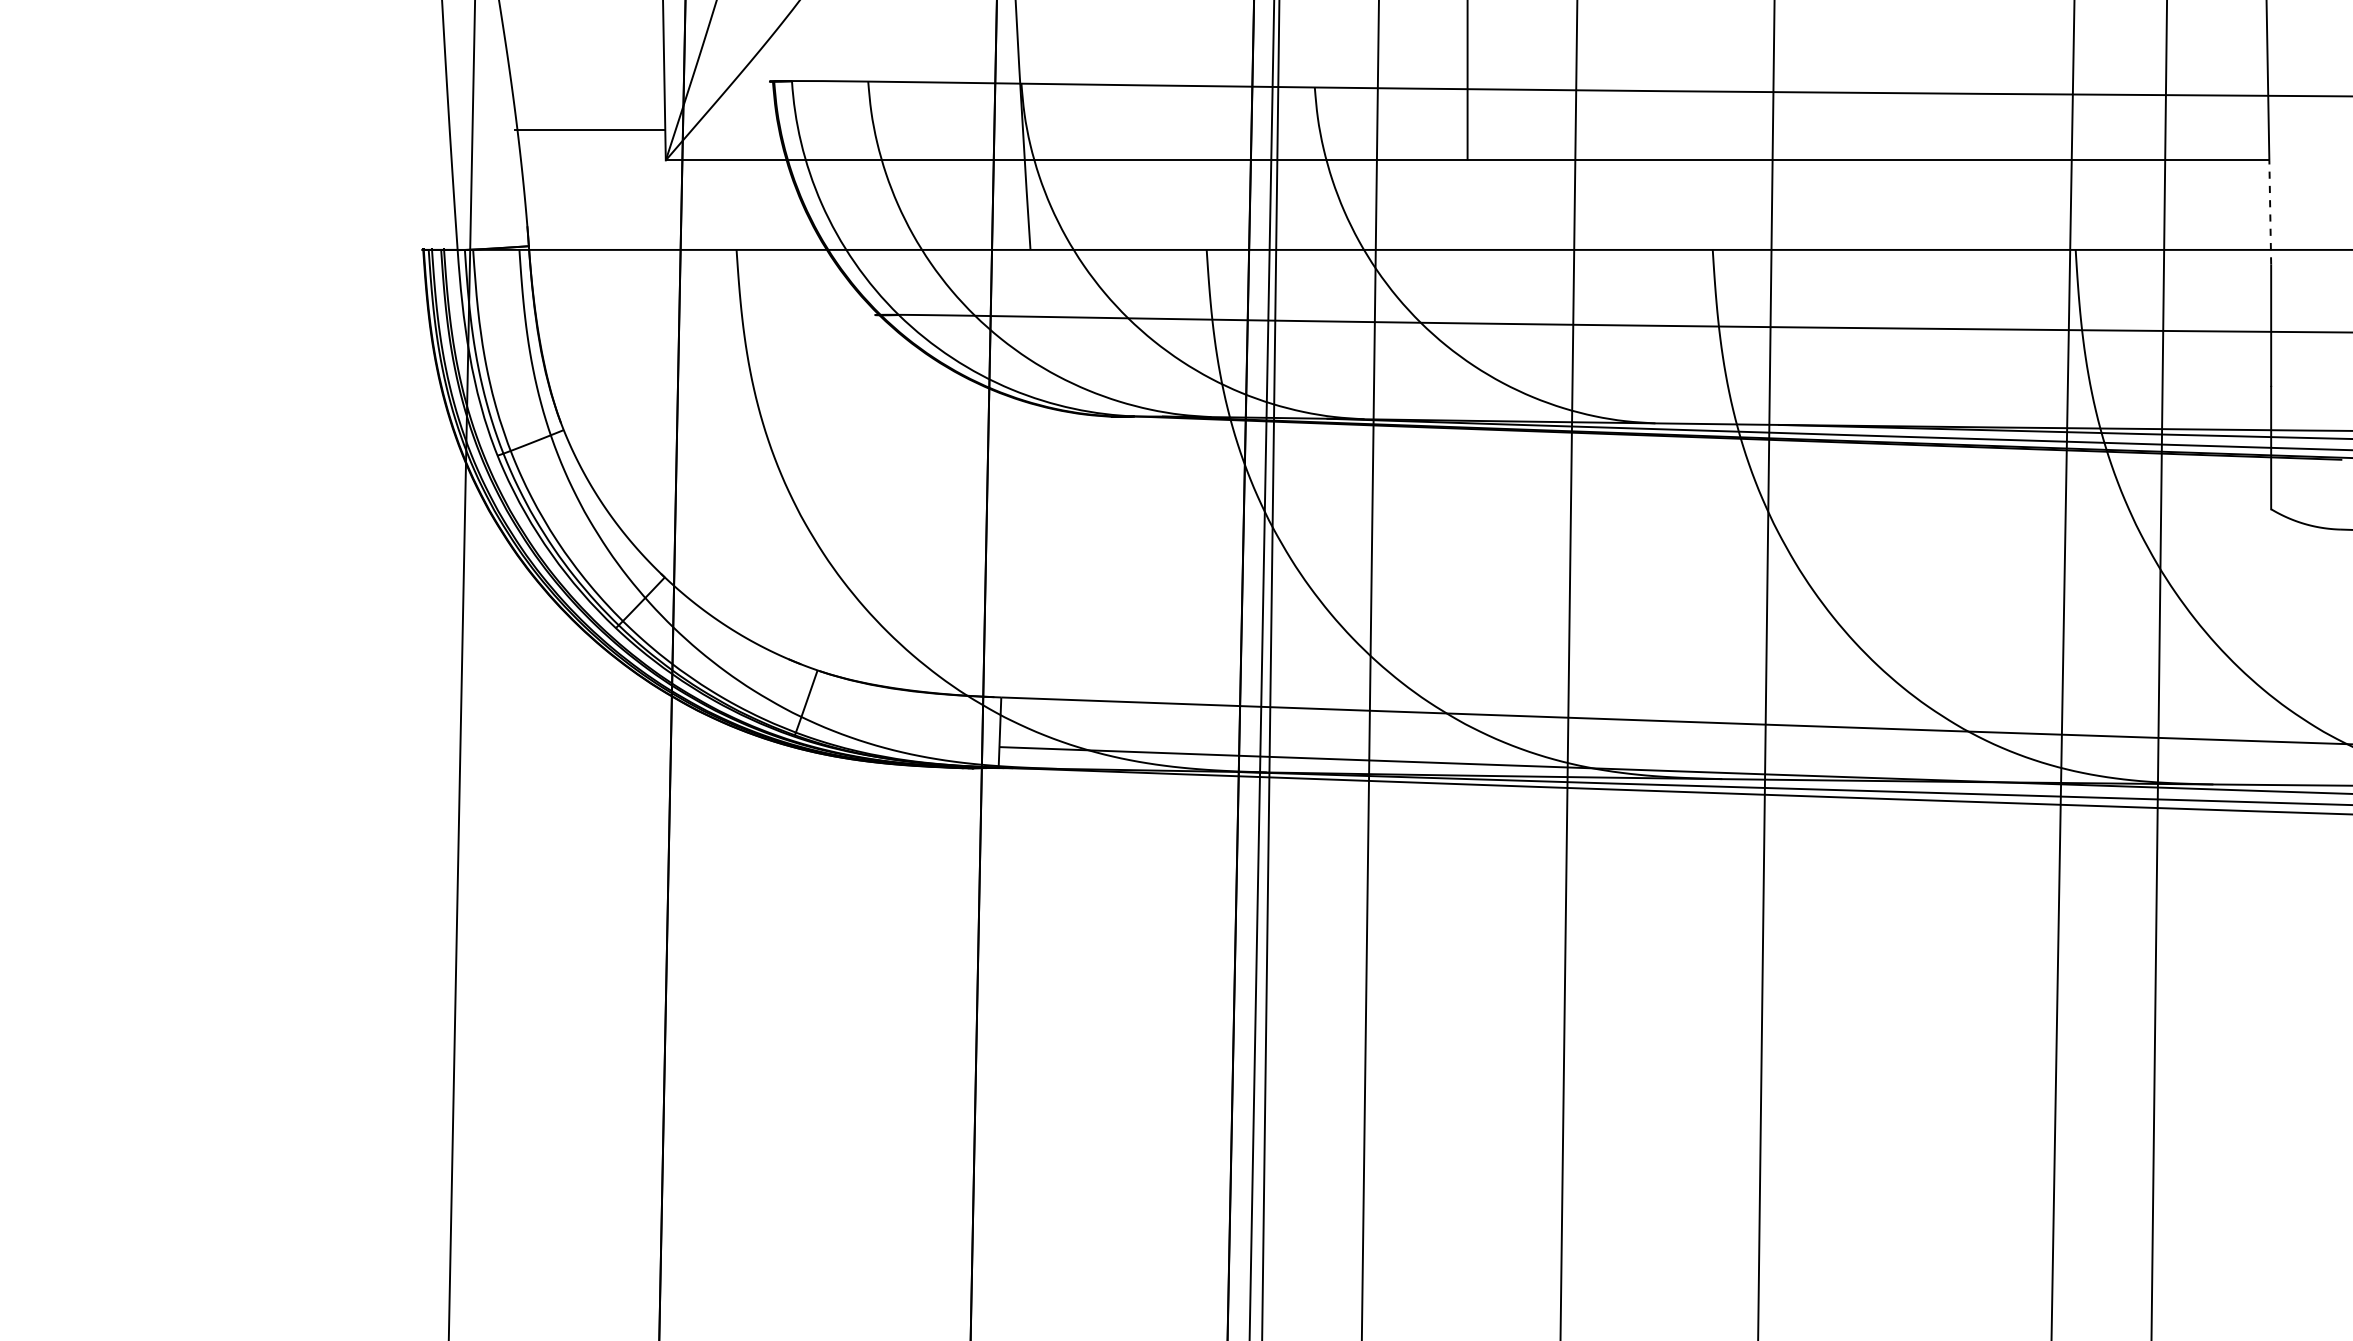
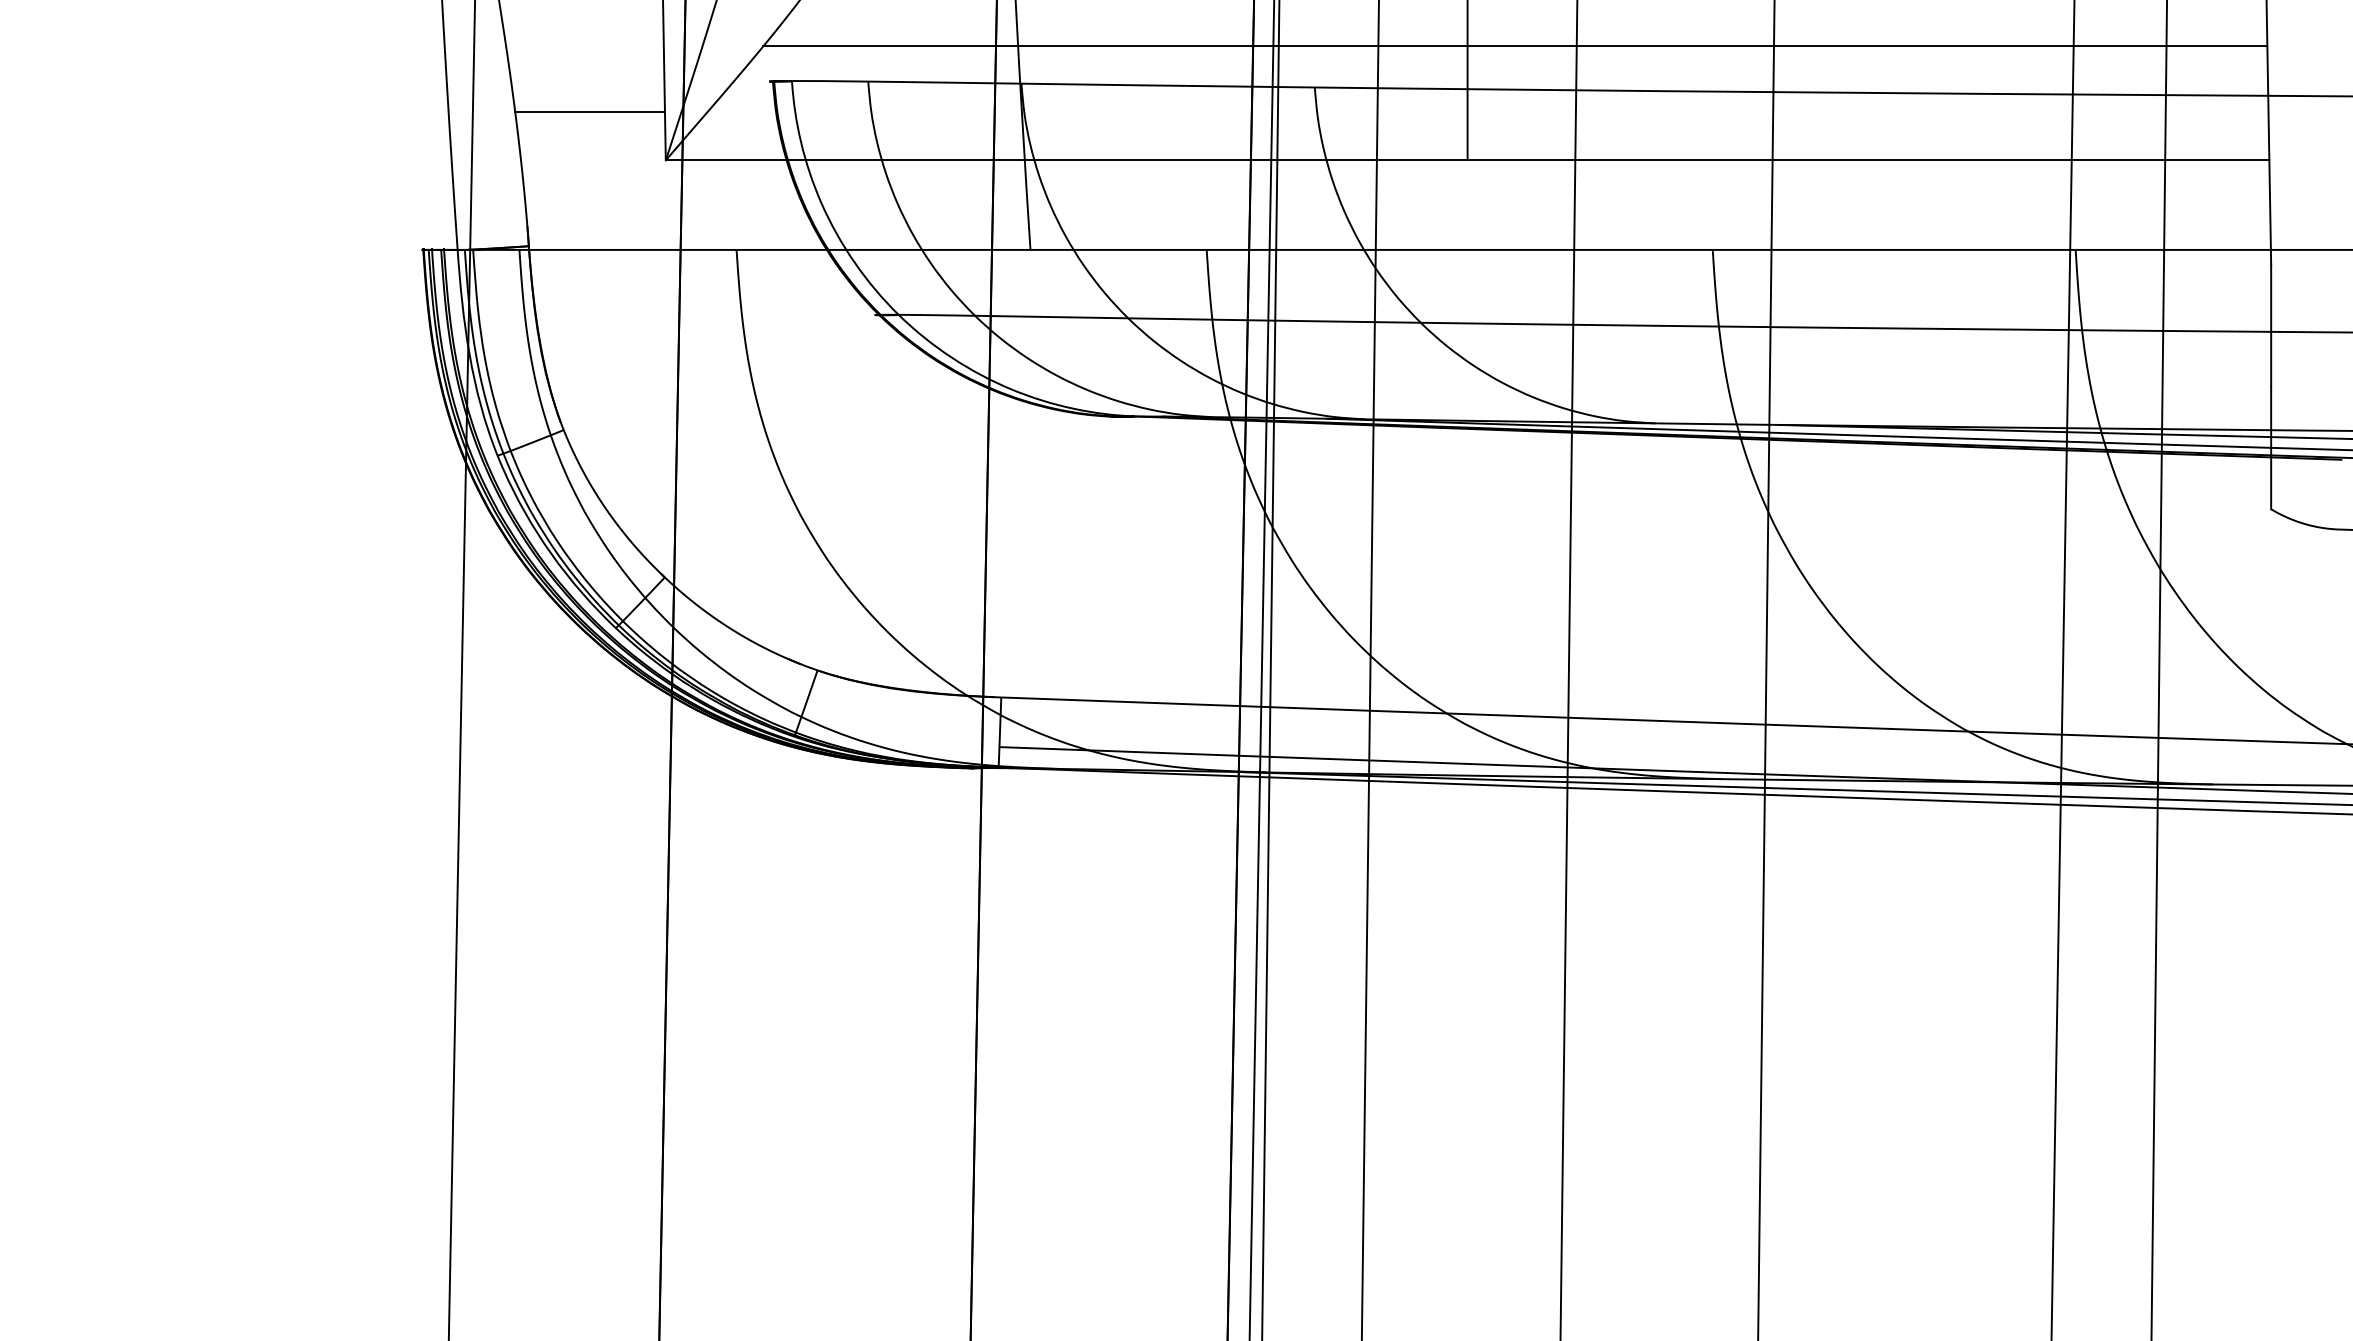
line at (1515, 46): none -> present
line at (589, 129) position: (589, 129) -> (589, 111)
line at (2270, 211): dashed -> solid
